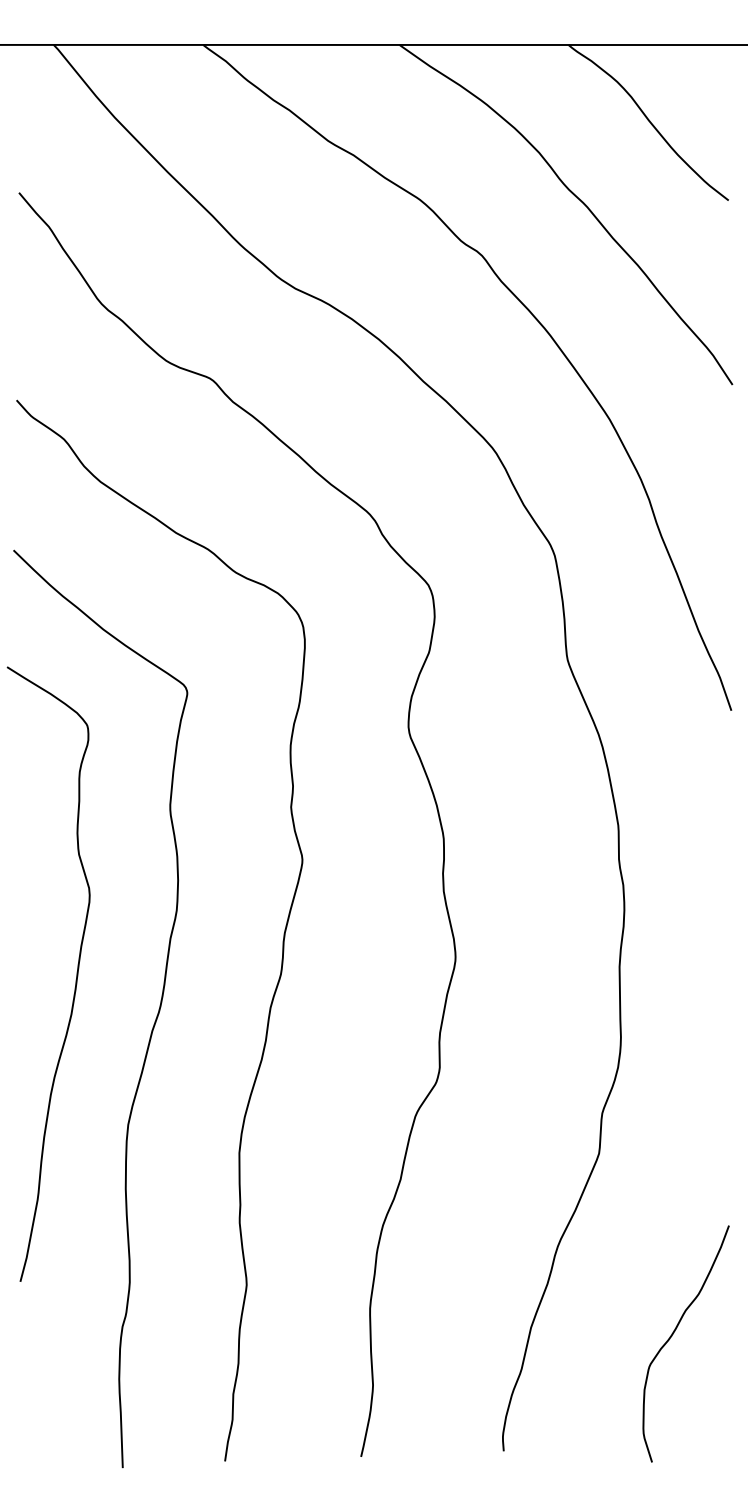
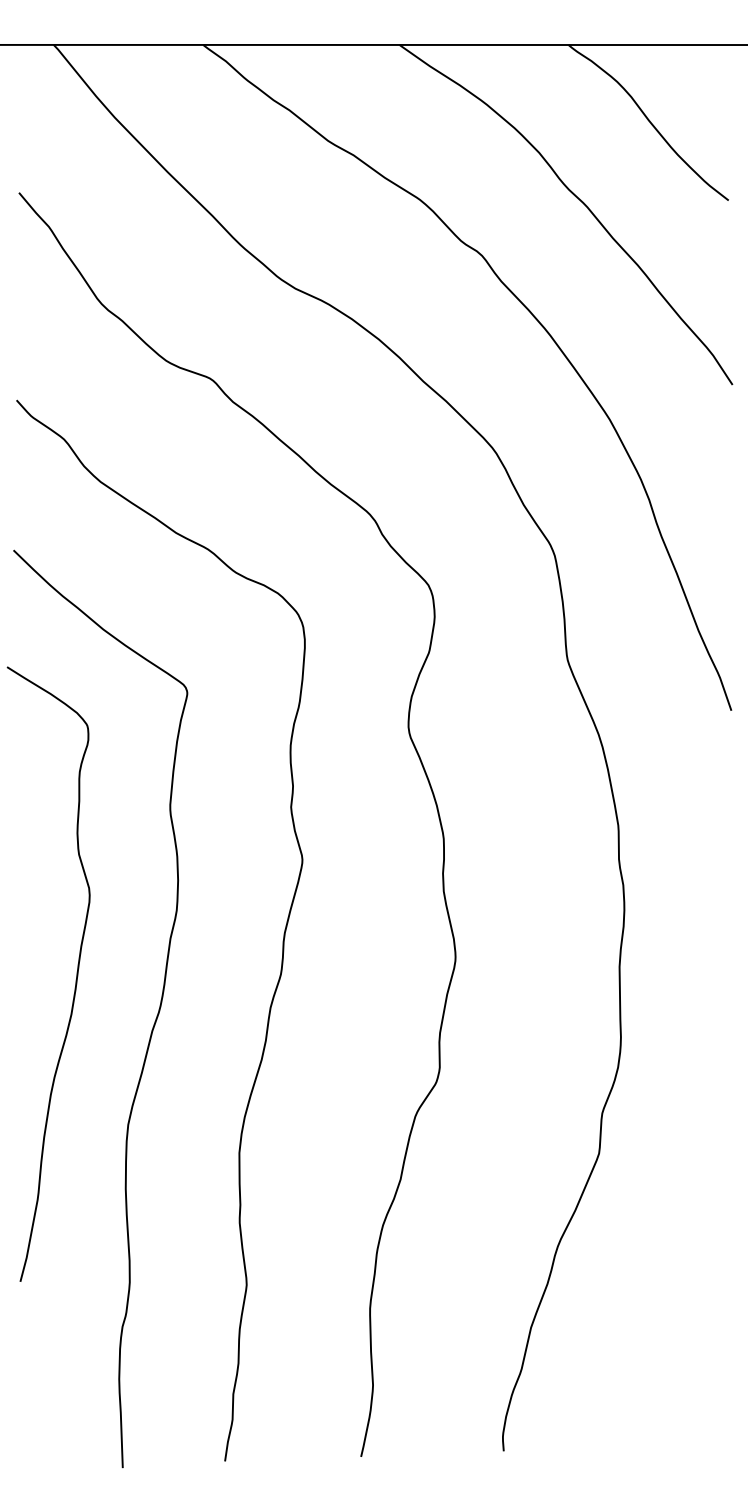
curve at (672, 1336): present -> none
